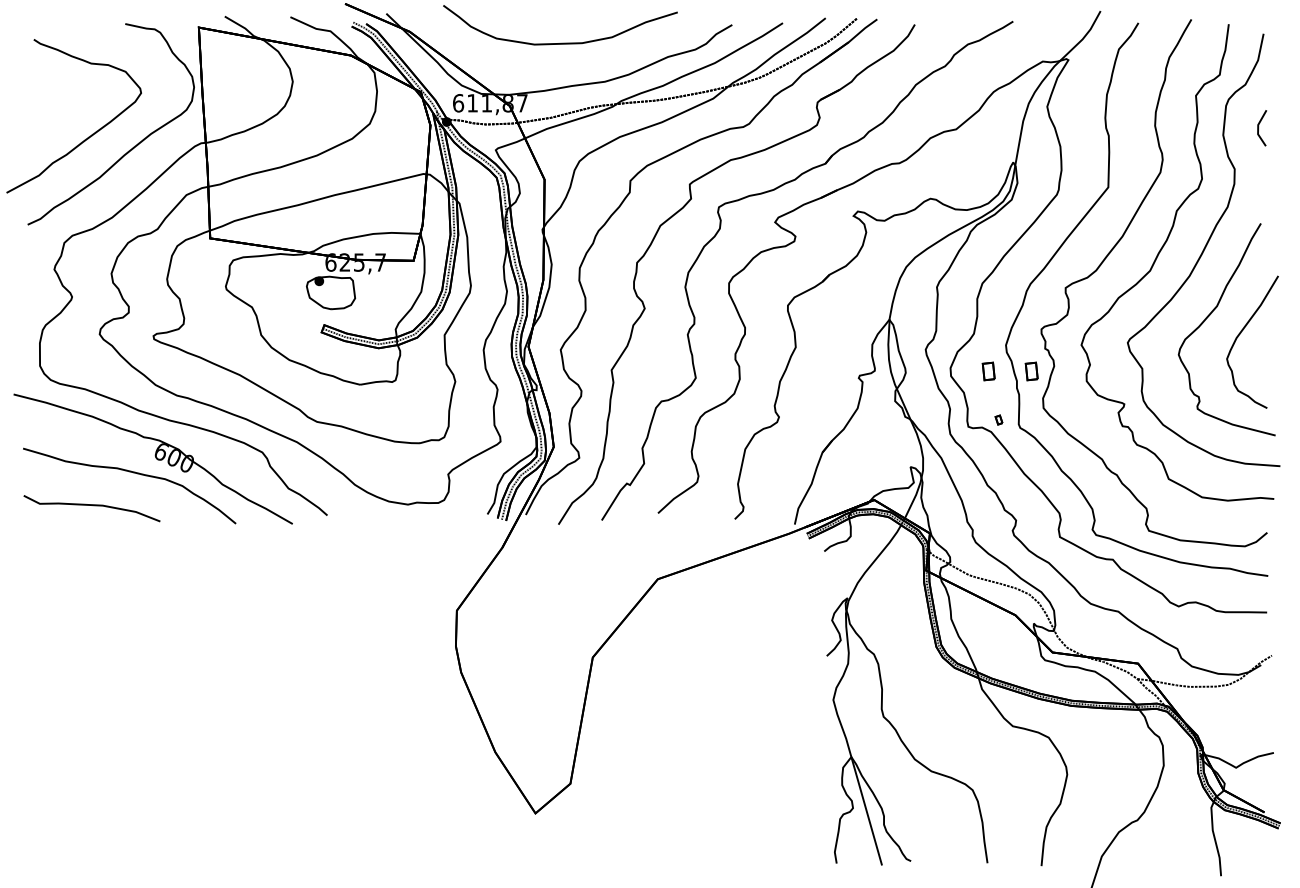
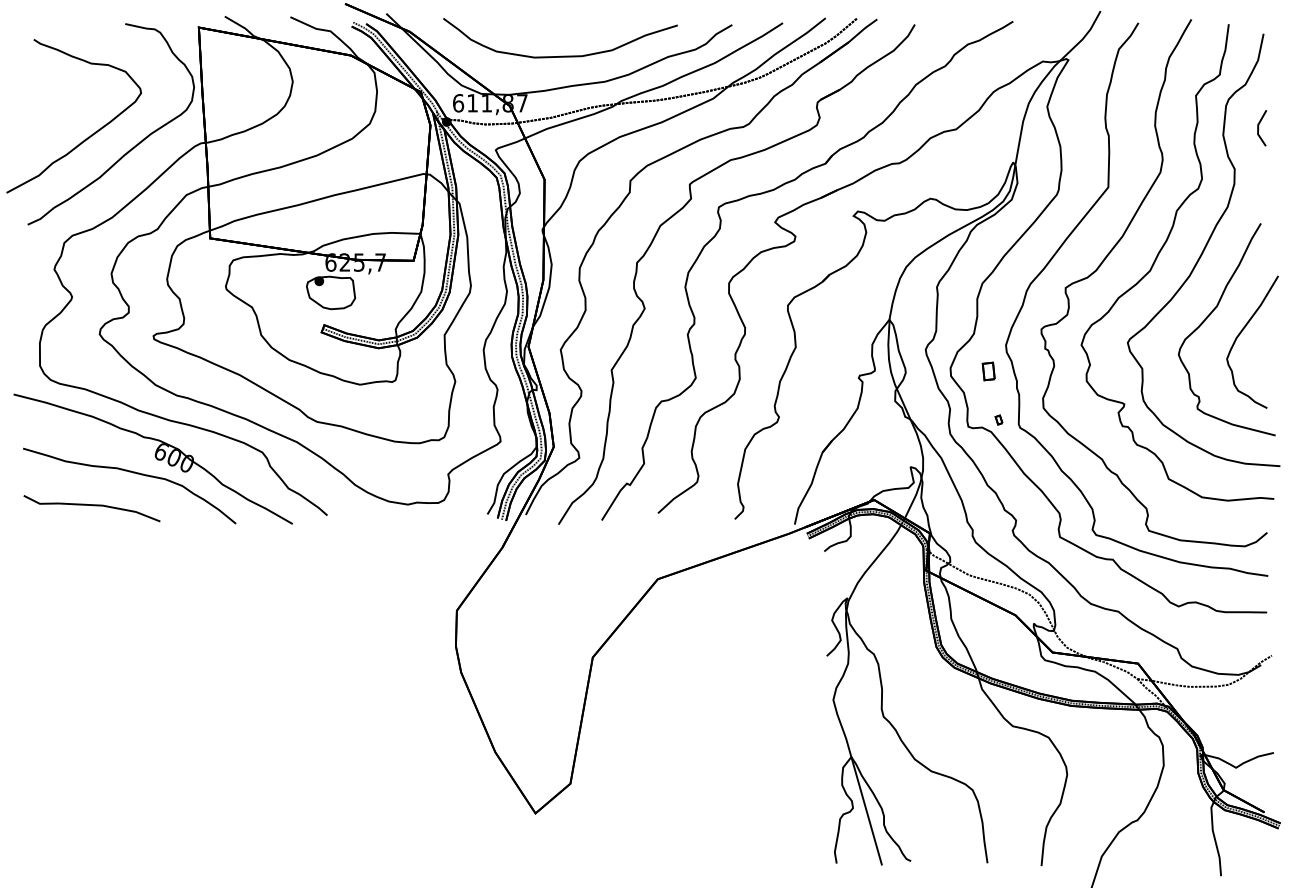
part at (560, 42) position: (560, 42) -> (560, 55)
part at (1031, 371): present -> none
